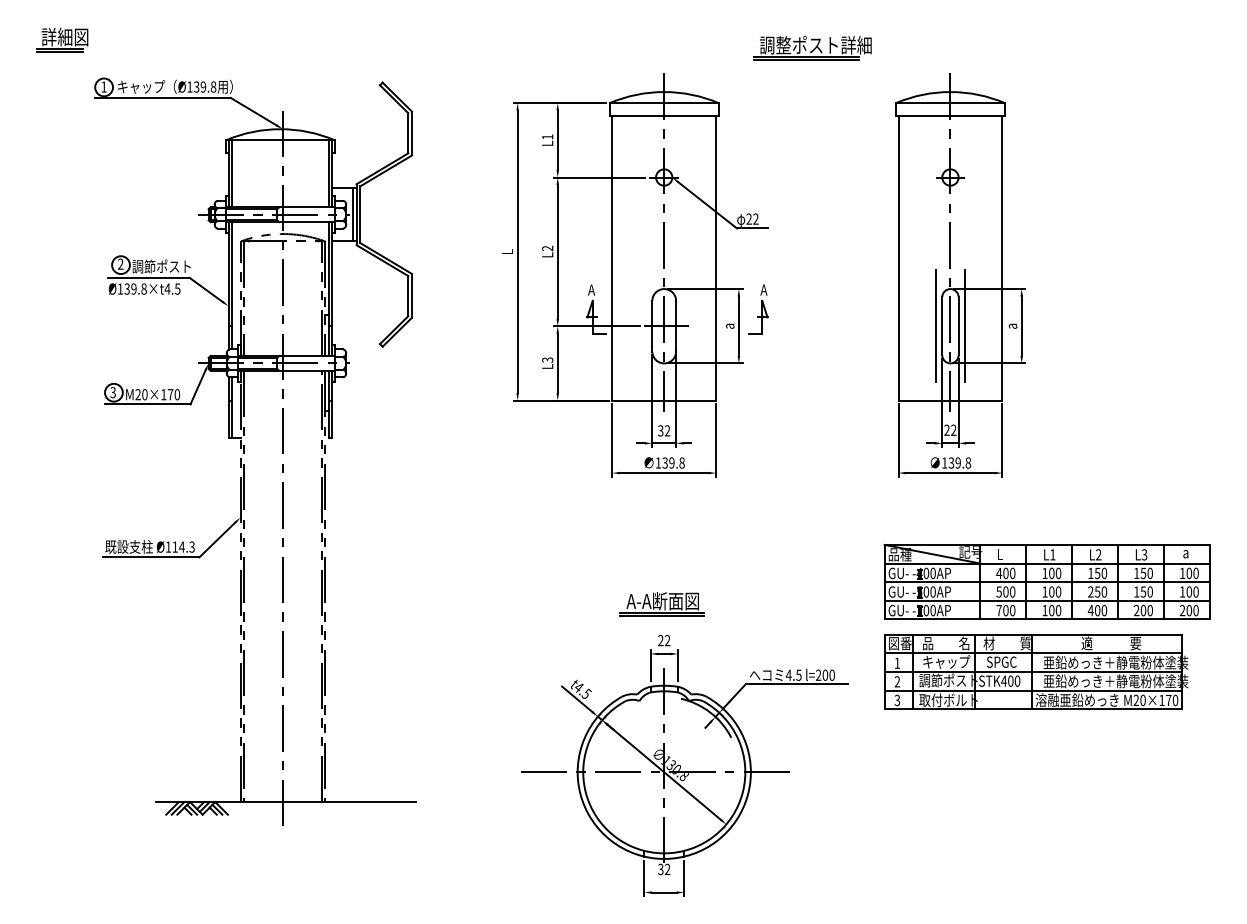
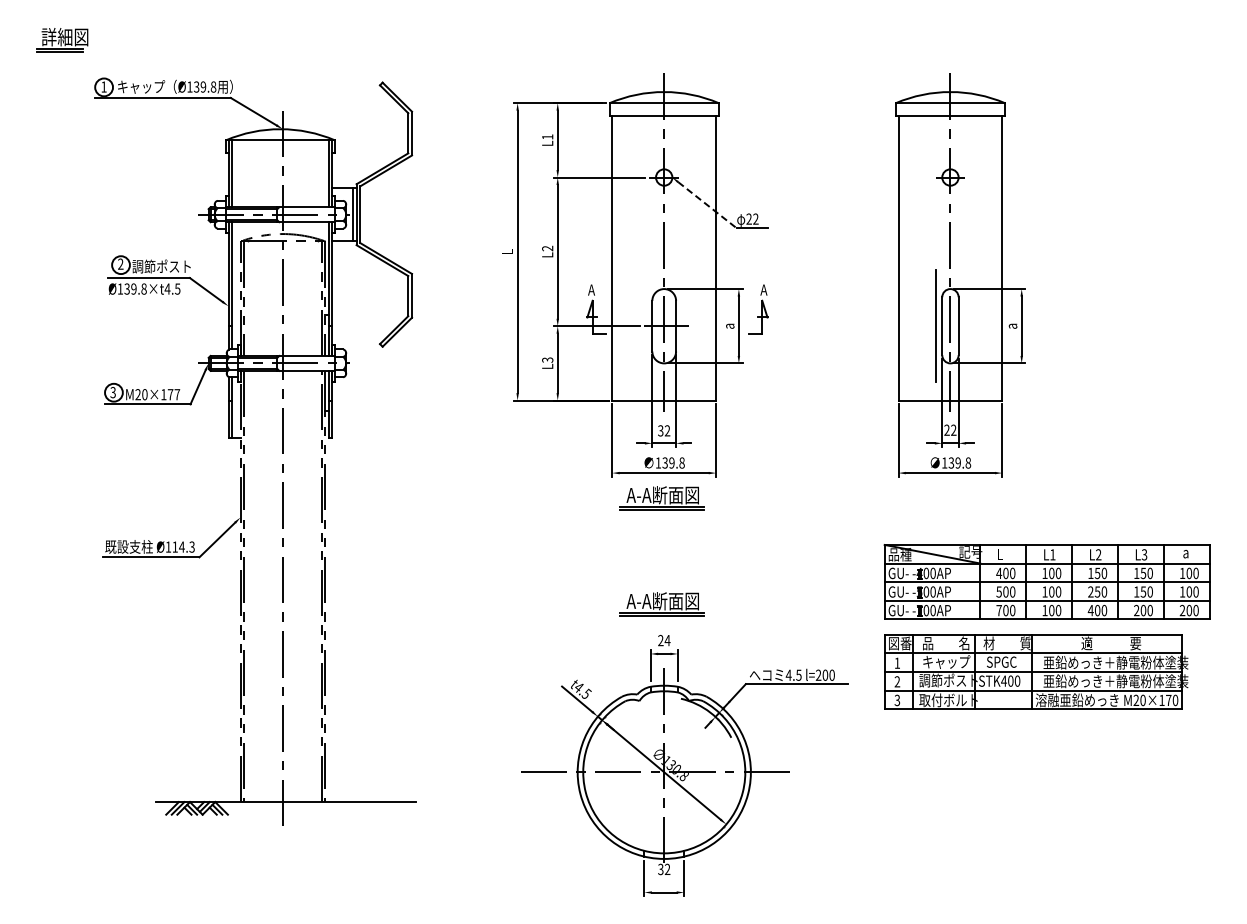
part at (812, 47): present -> none
line at (708, 205): solid -> dashed
line at (965, 326): present -> none
text at (177, 394): M20×170 -> M20×177
part at (661, 498): none -> present
text at (667, 640): 22 -> 24
